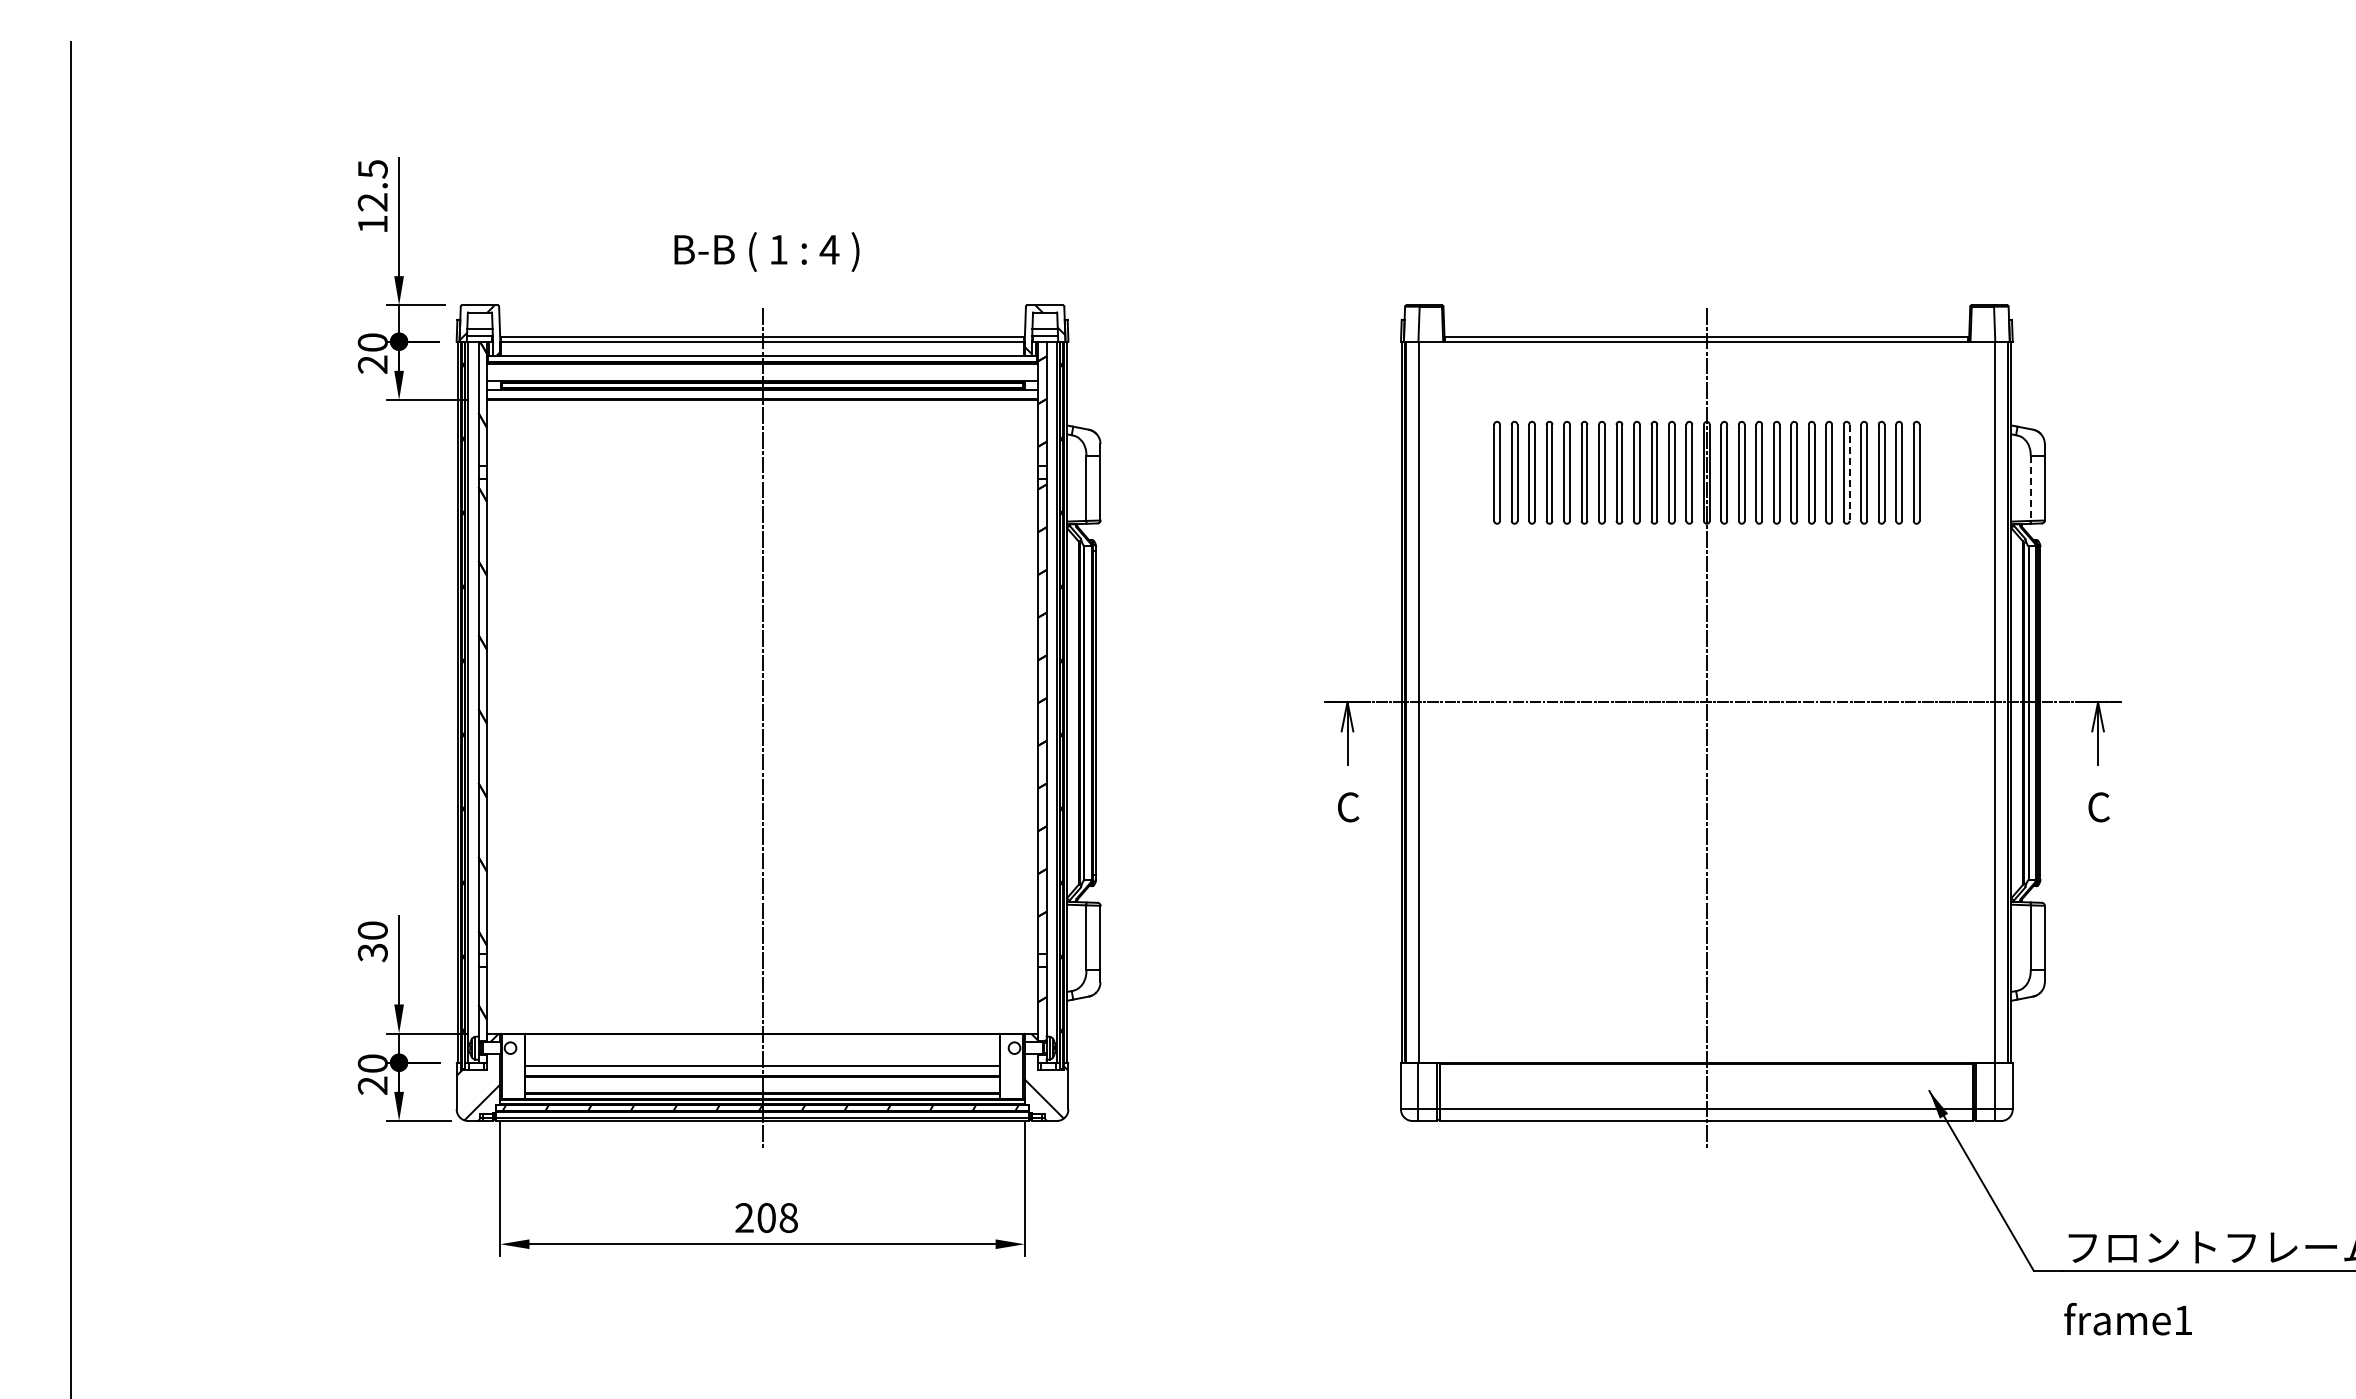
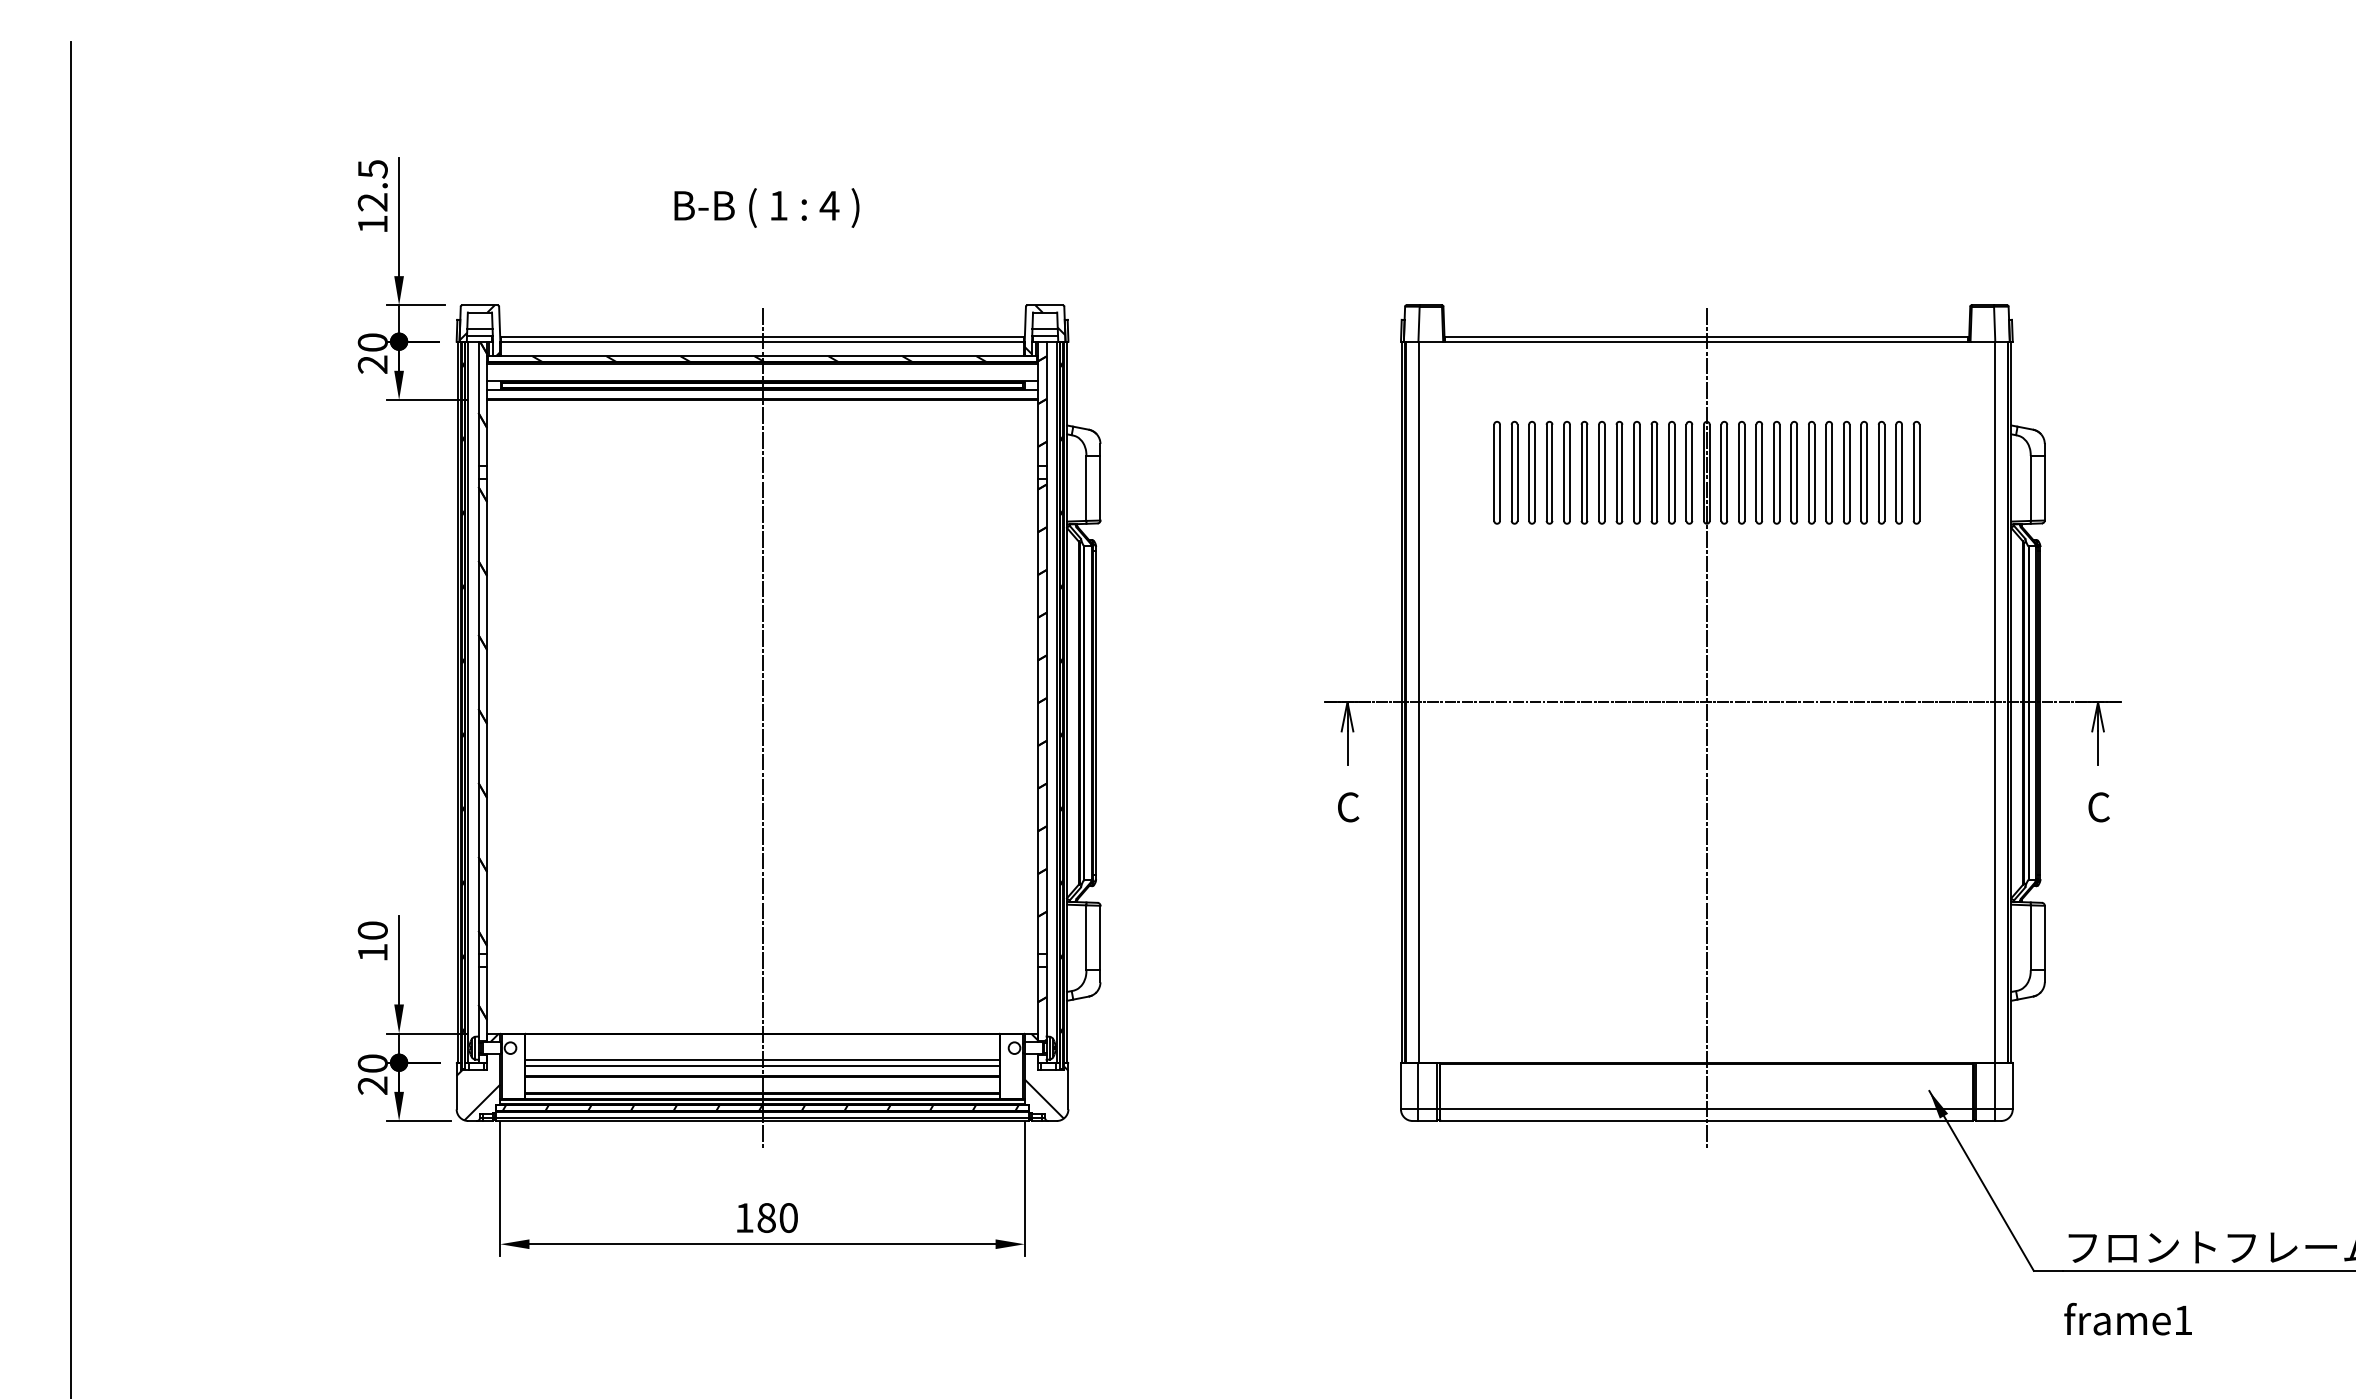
text at (766, 251) position: (766, 251) -> (766, 207)
hatch at (759, 359): none -> present
line at (1849, 473): dashed -> solid
line at (2030, 488): dashed -> solid
text at (372, 952): 30 -> 10
line at (762, 1059): none -> present
text at (766, 1217): 208 -> 180
